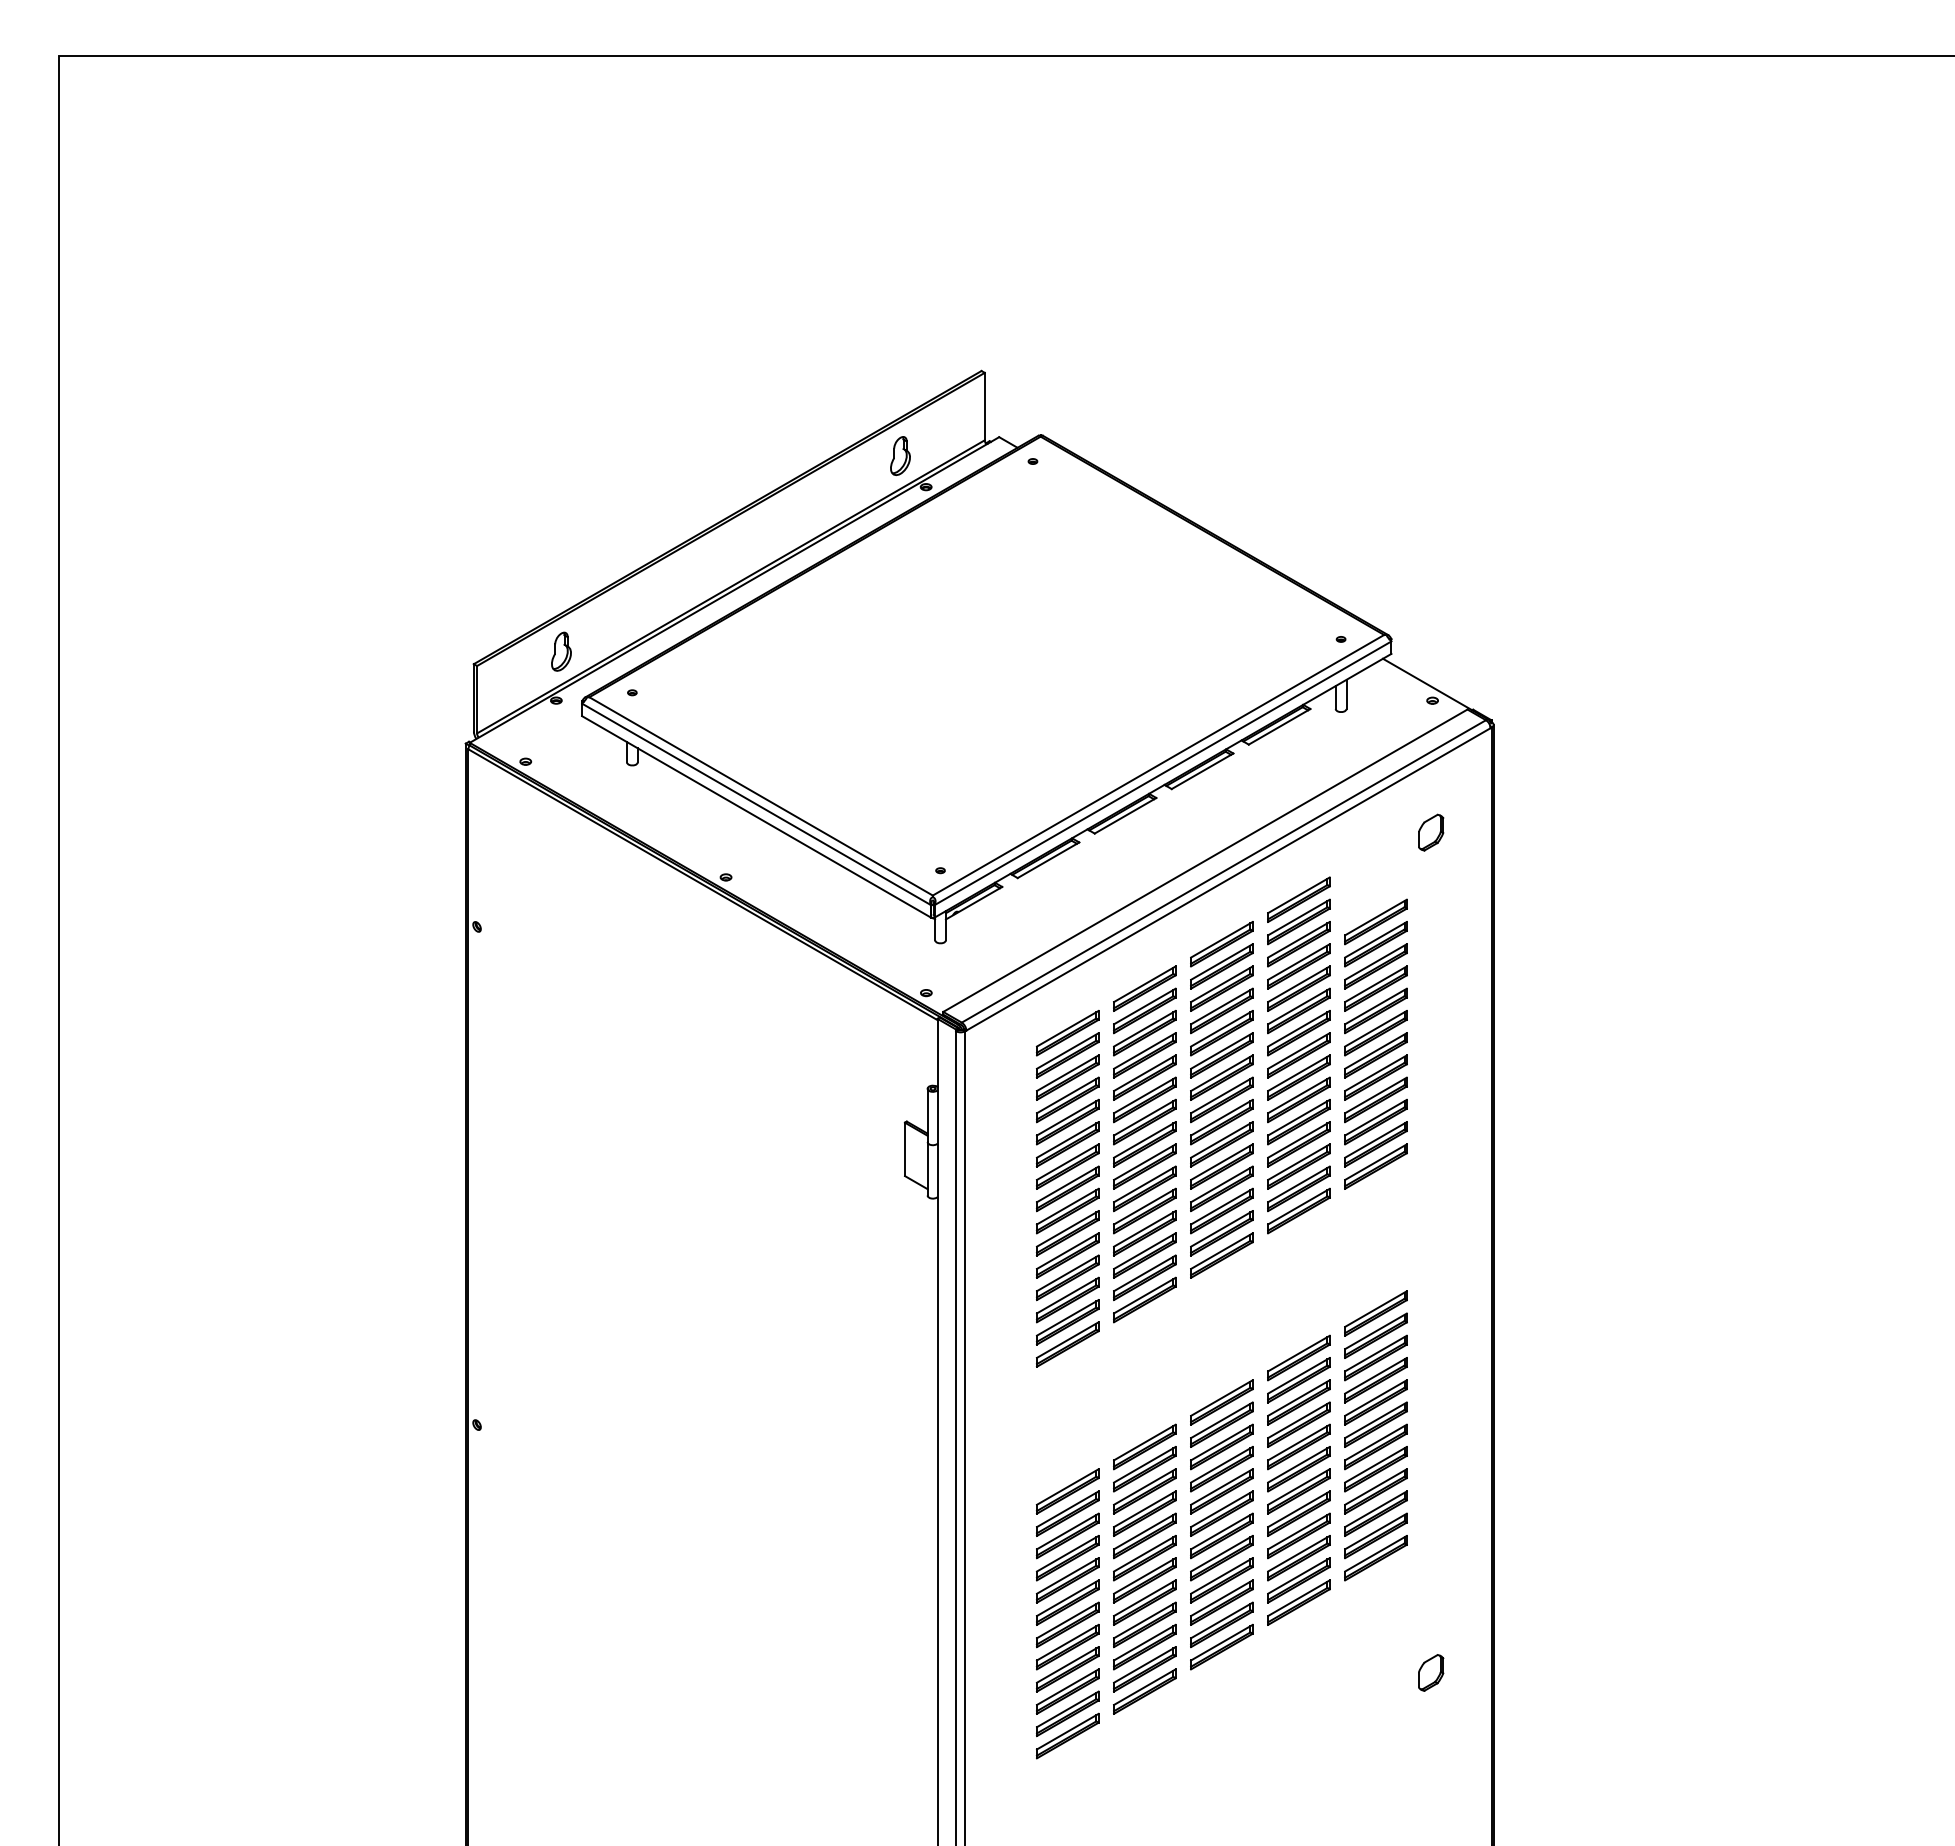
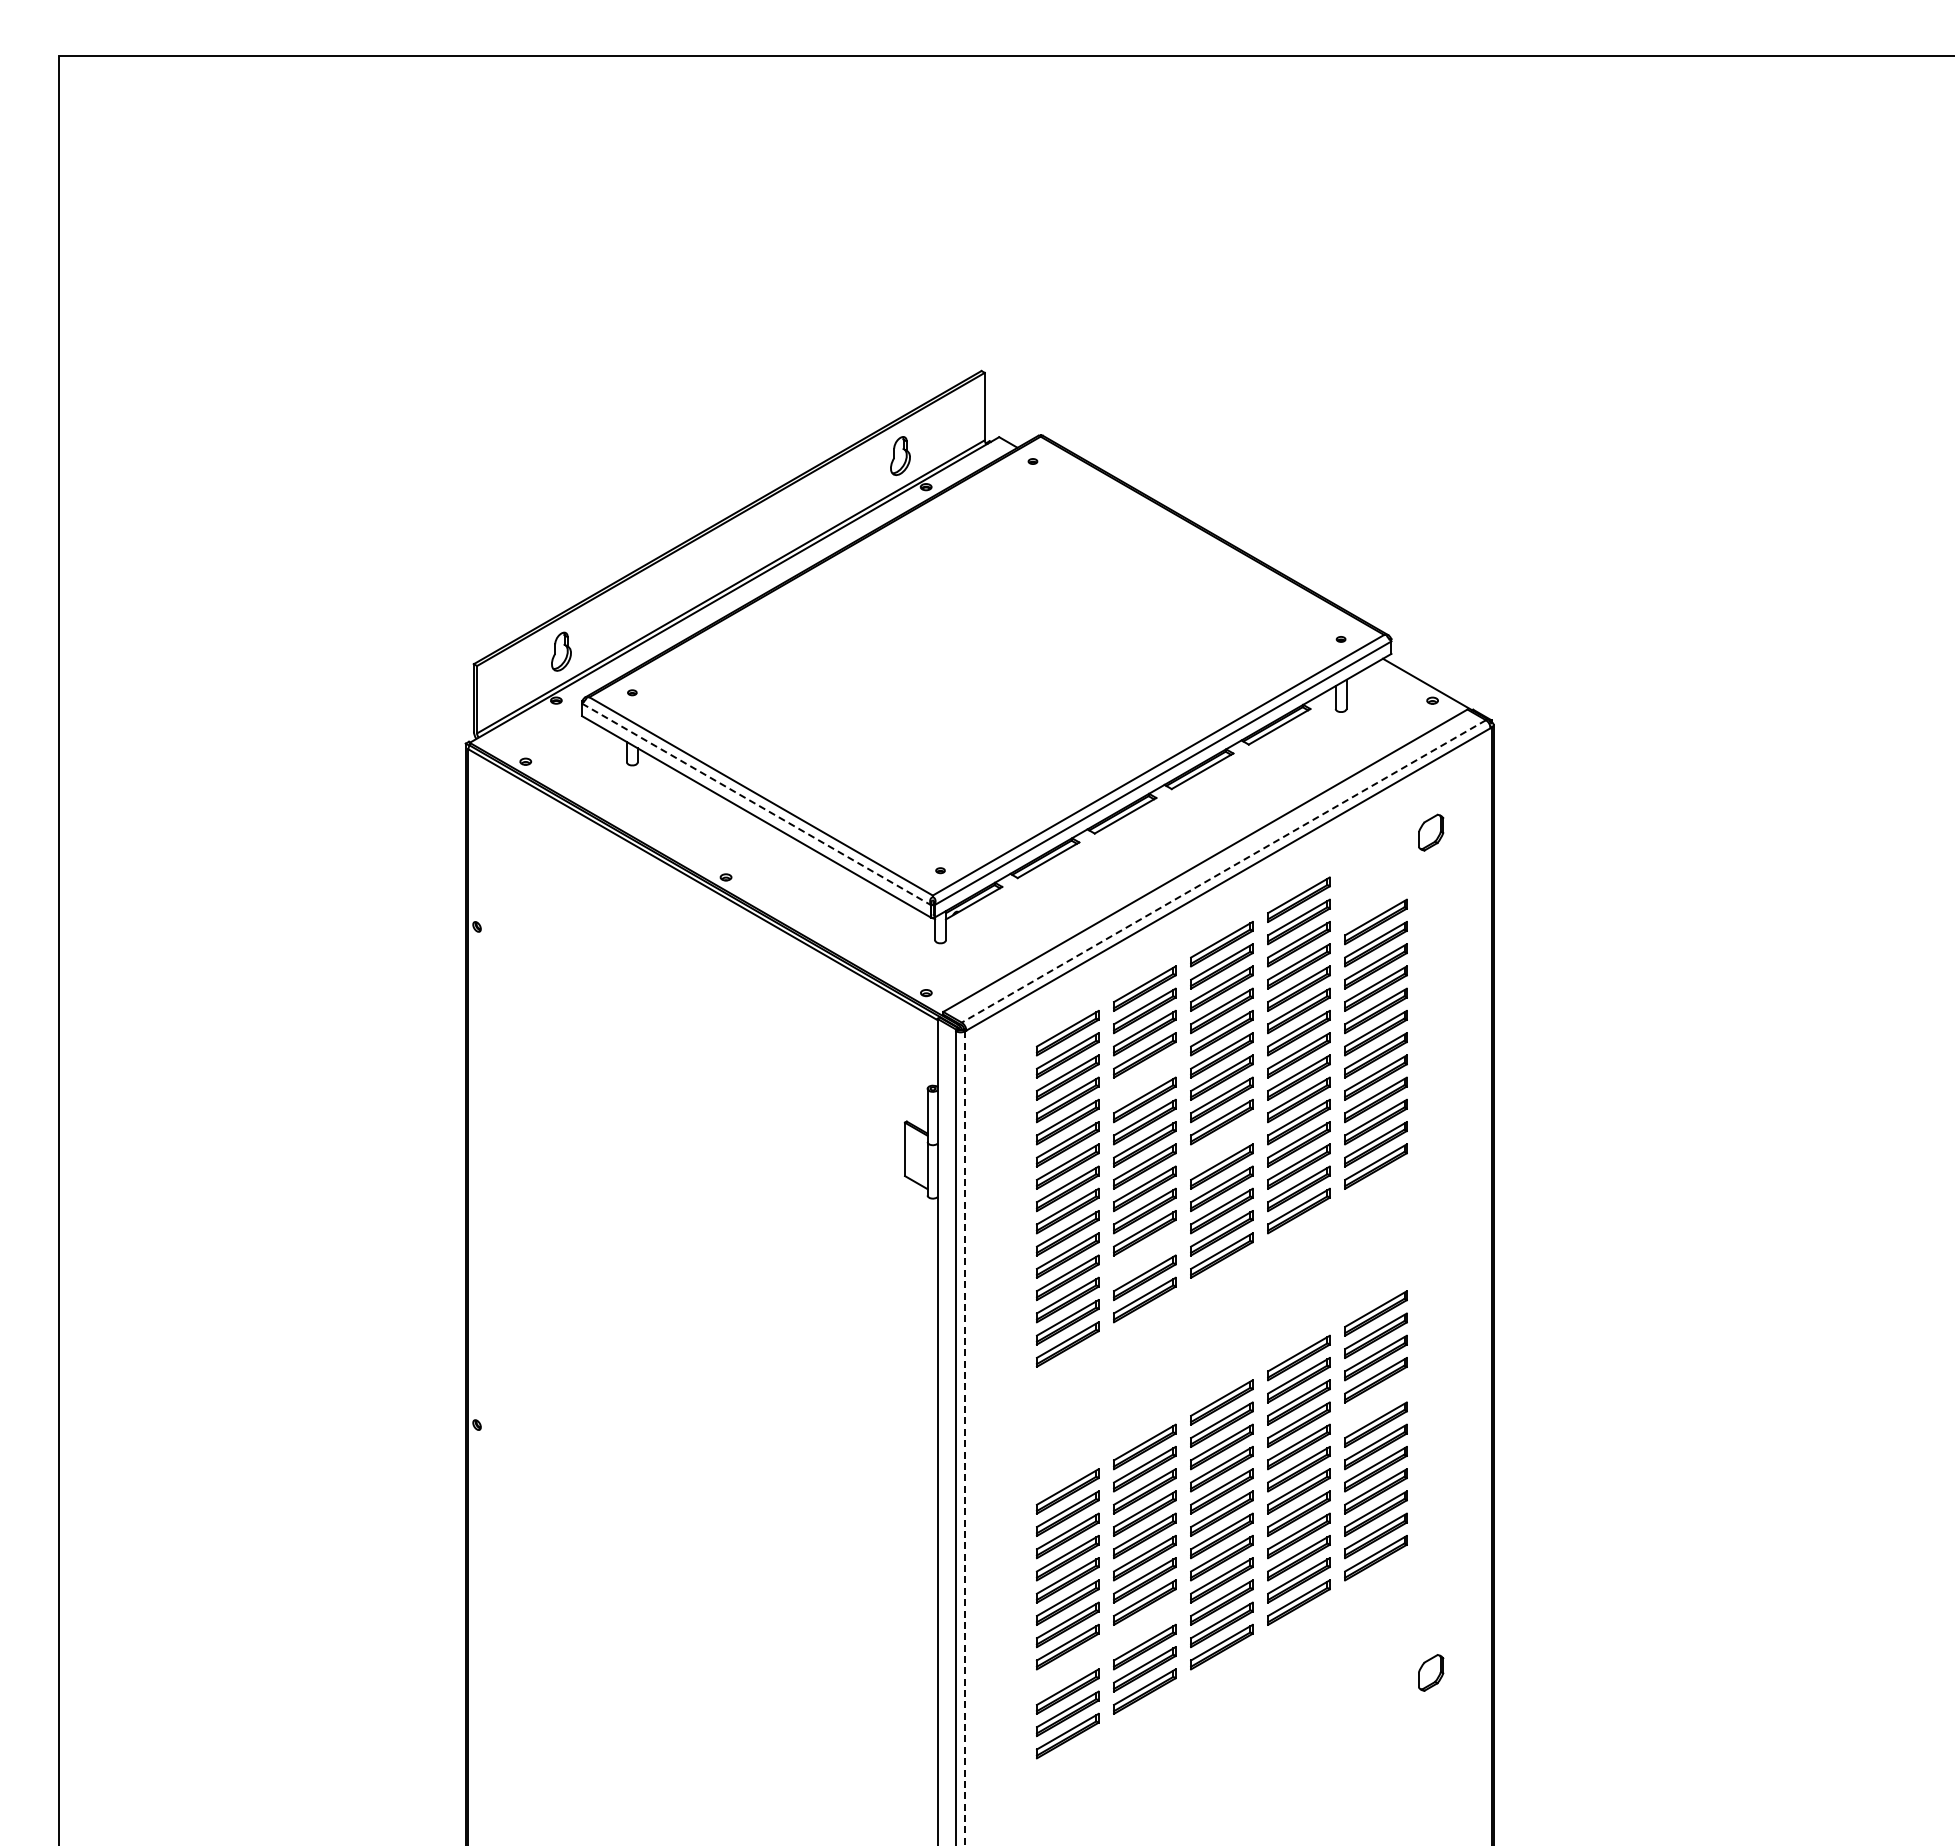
line at (756, 804): solid -> dashed
line at (1223, 871): solid -> dashed
part at (1144, 1077): present -> none
part at (1221, 1144): present -> none
part at (1144, 1255): present -> none
part at (1375, 1402): present -> none
line at (965, 1439): solid -> dashed
part at (1144, 1624): present -> none
part at (1067, 1669): present -> none
